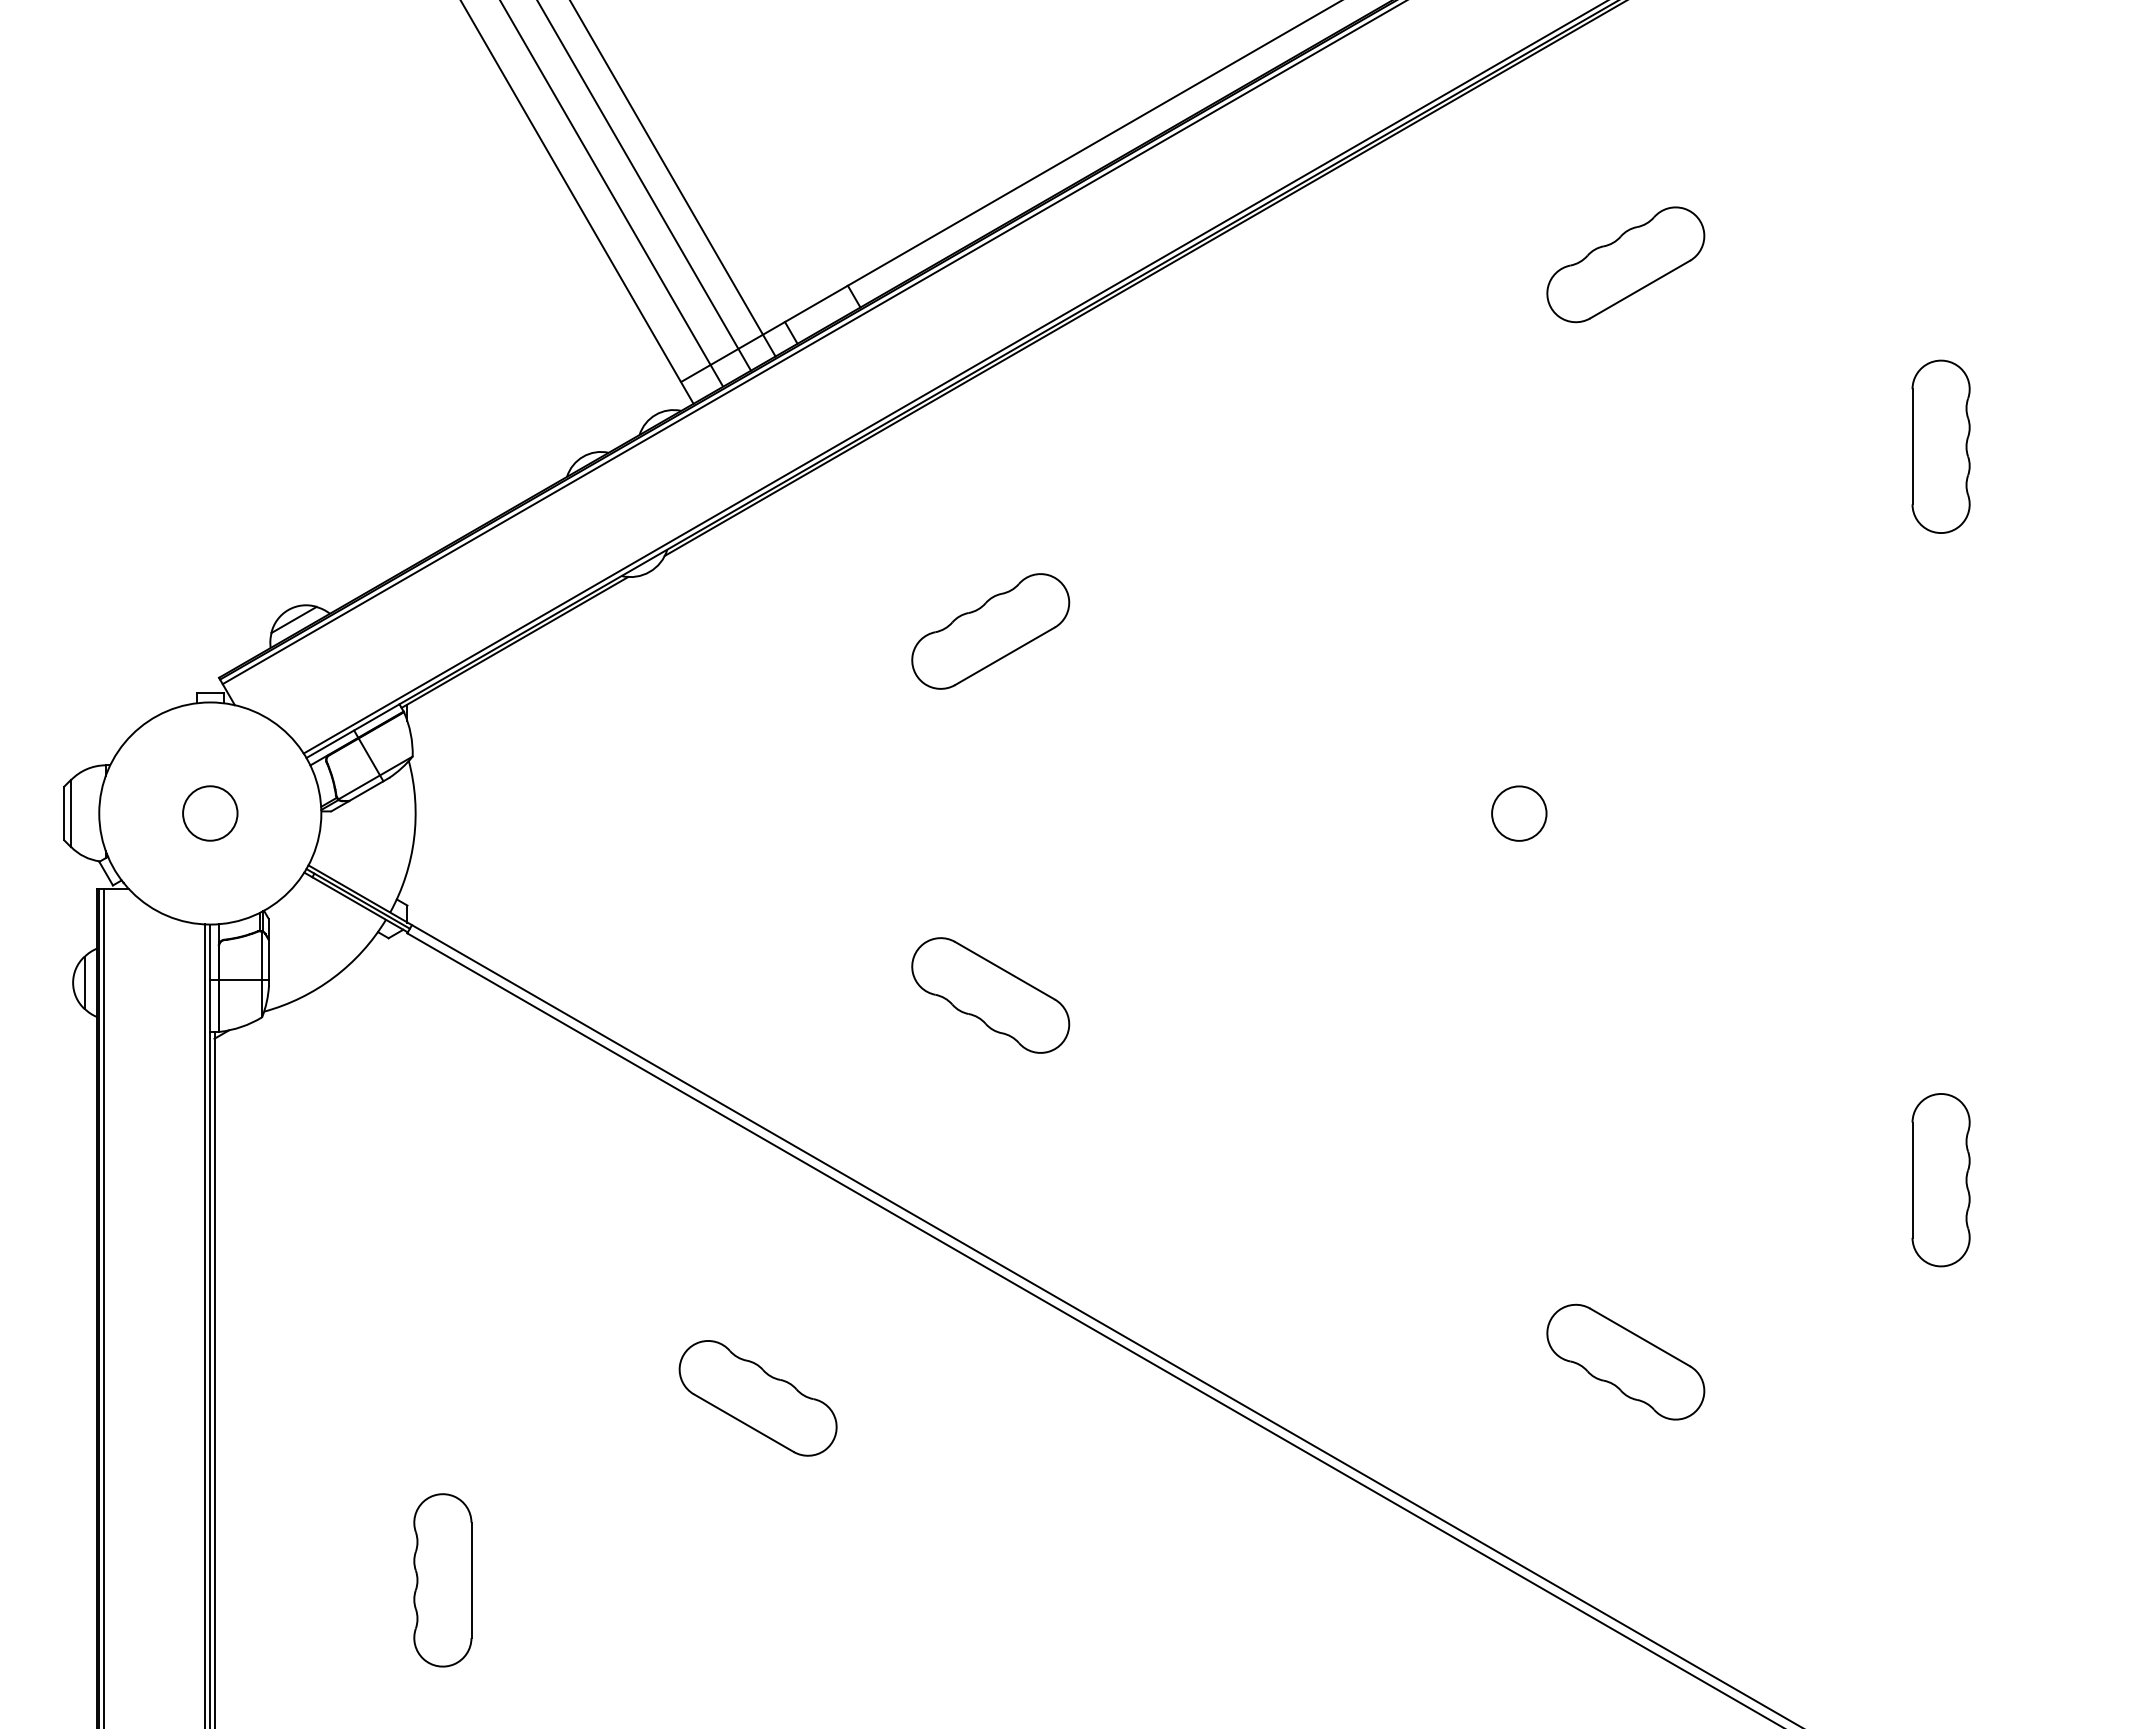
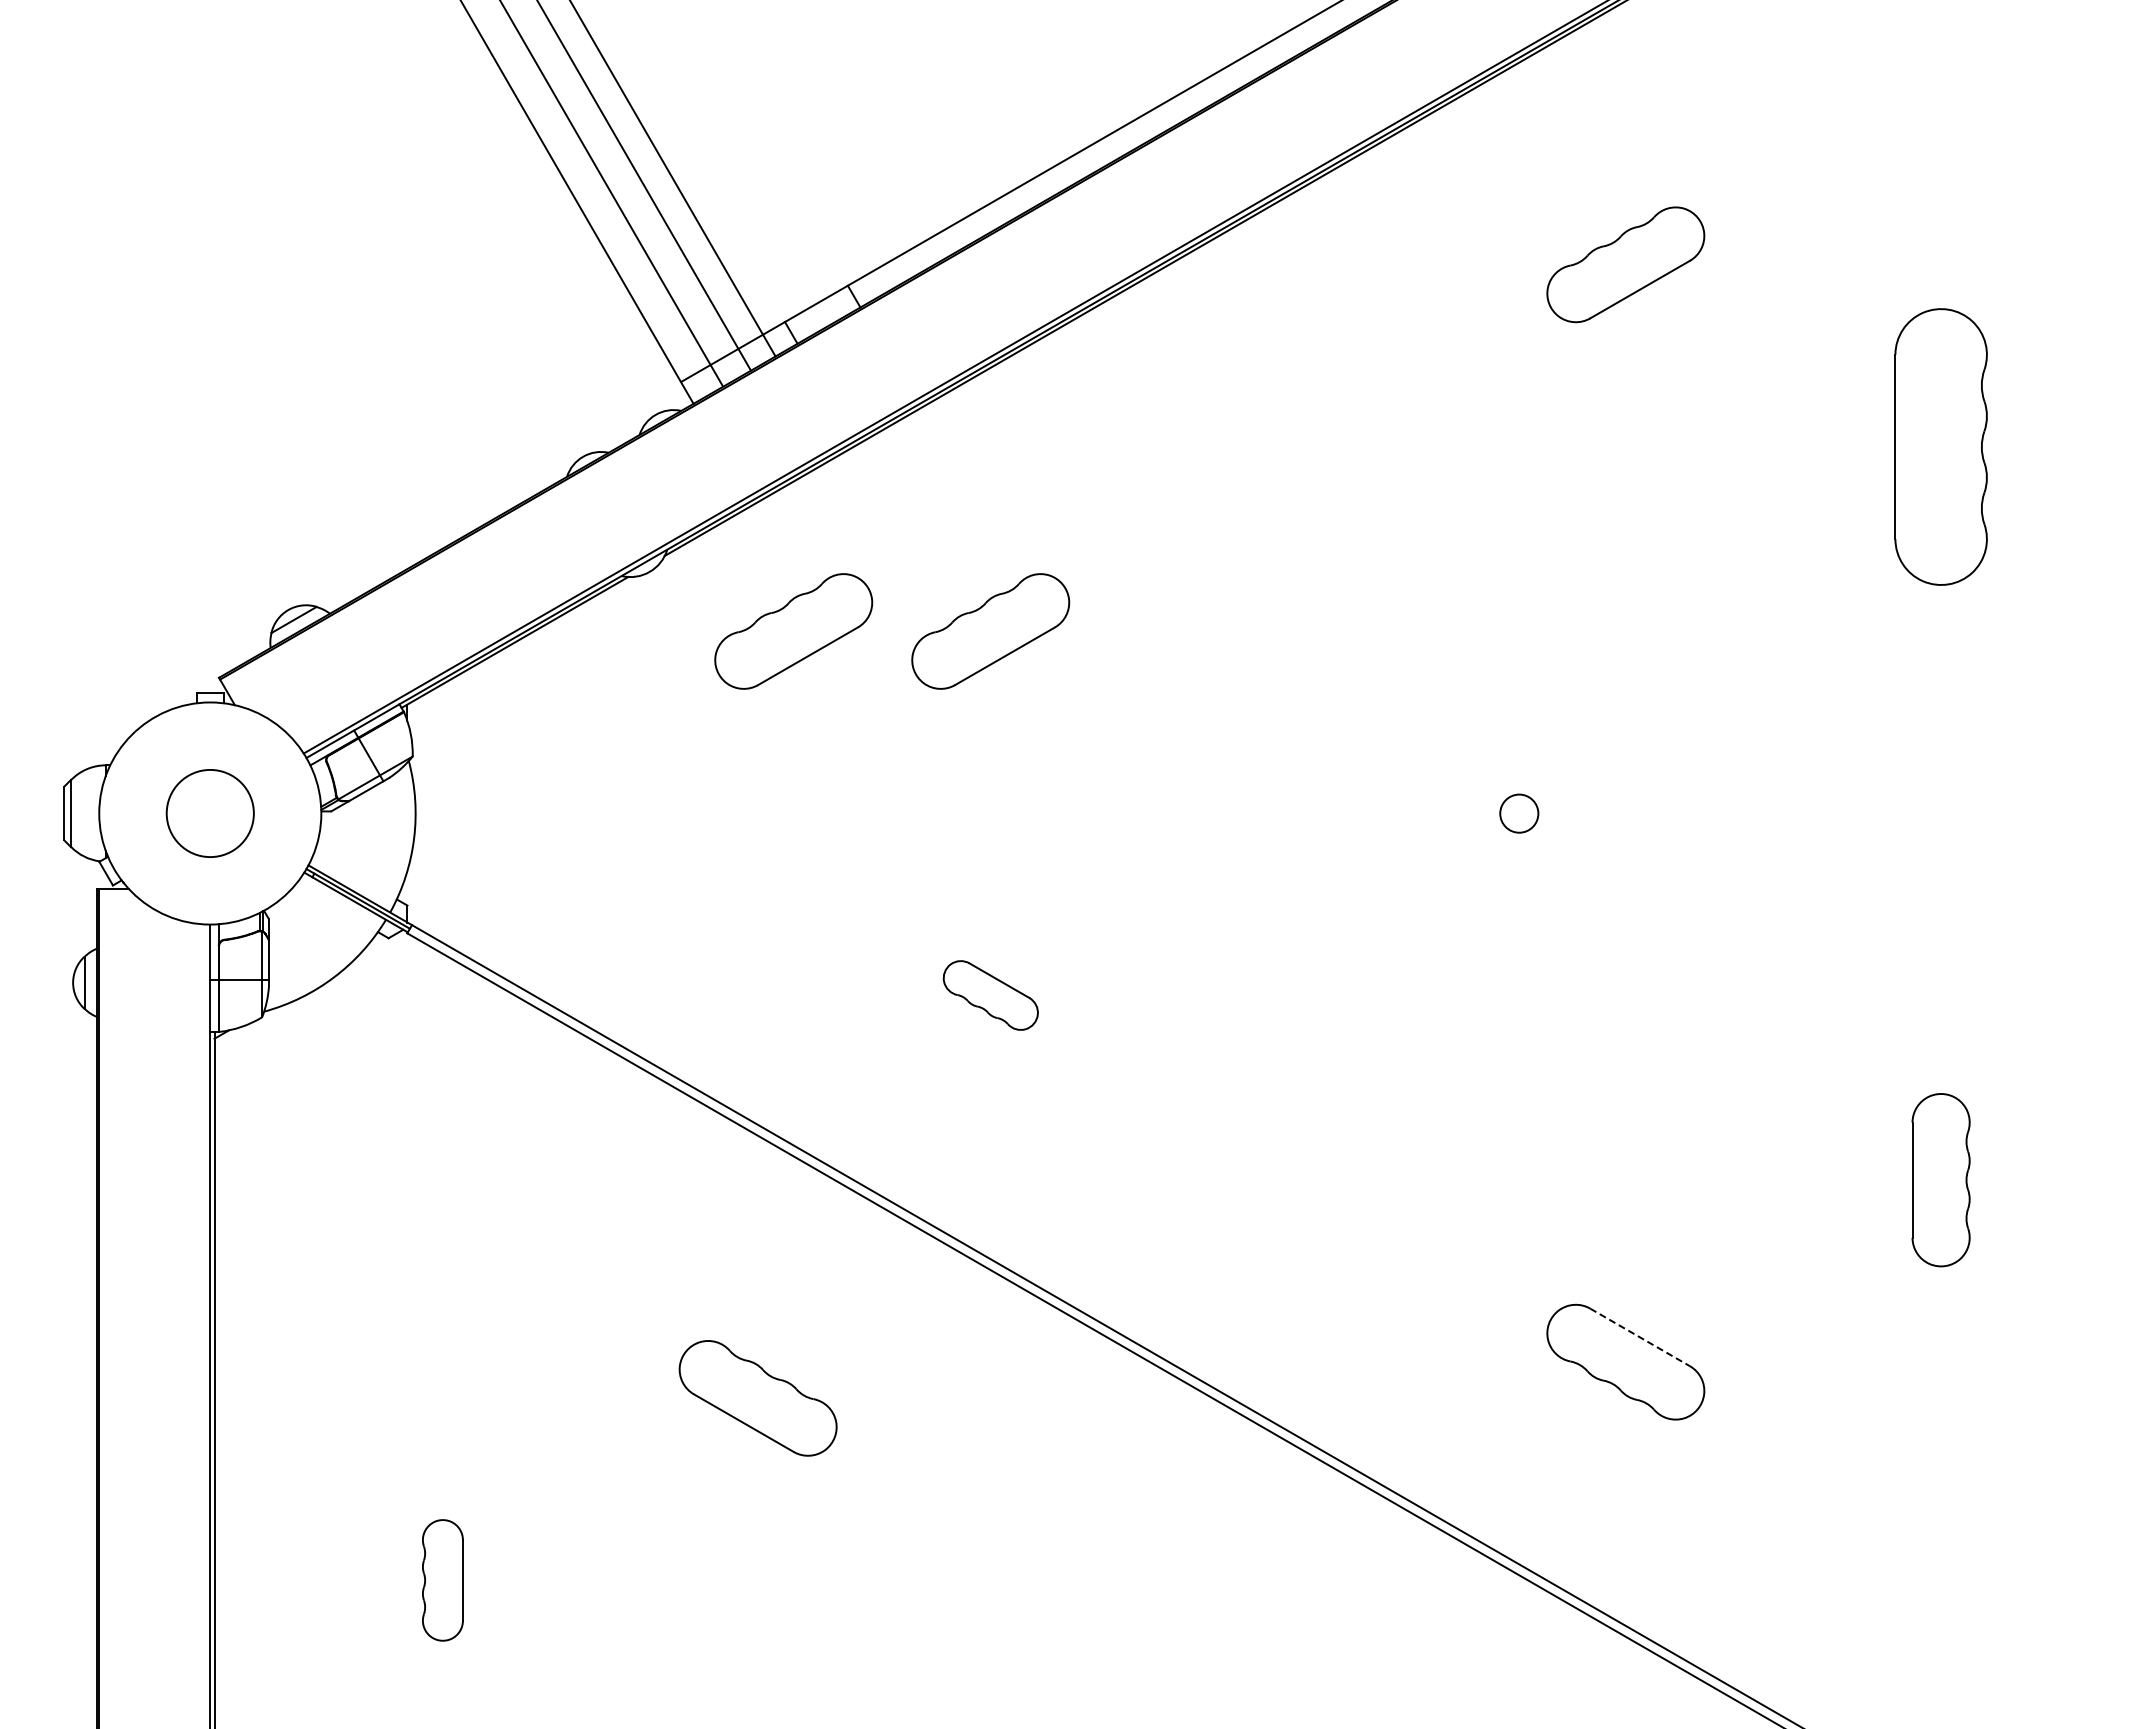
line at (813, 343): present -> none
part at (1940, 446) size: 60x175 px -> 94x278 px
part at (793, 631): none -> present
circle at (210, 813) diameter: 54 px -> 87 px
circle at (1519, 813) diameter: 54 px -> 38 px
part at (990, 995) size: 160x117 px -> 97x71 px
line at (104, 1306): present -> none
line at (205, 1324): present -> none
line at (1640, 1337): solid -> dashed
part at (442, 1580) size: 60x175 px -> 42x123 px
